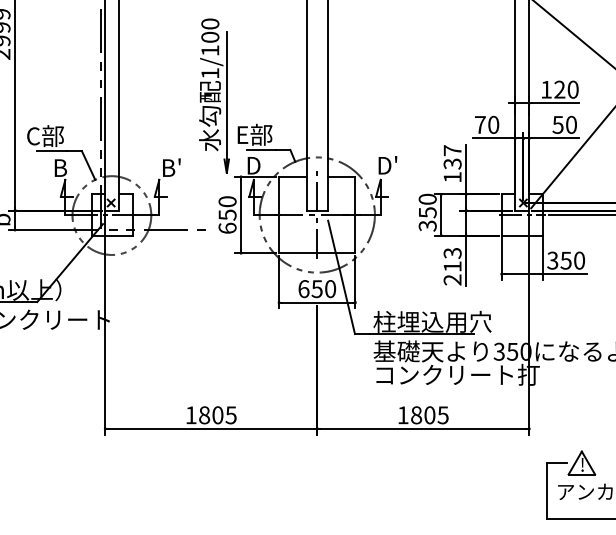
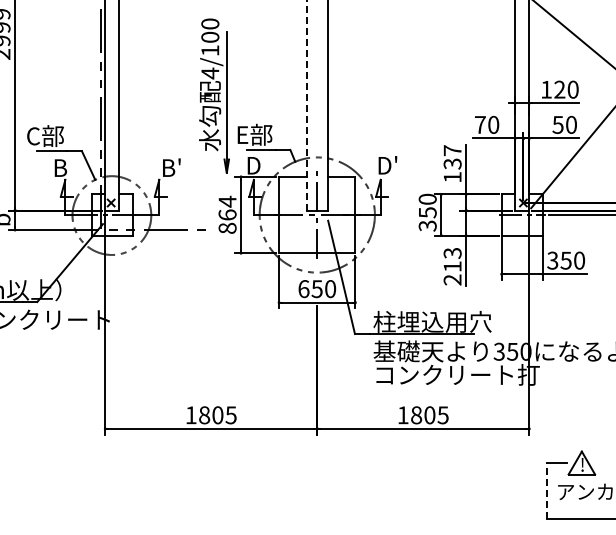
text at (210, 73): 1/100 -> 4/100
line at (306, 104): solid -> dashed
text at (227, 214): 650 -> 864
line at (547, 491): solid -> dashed
